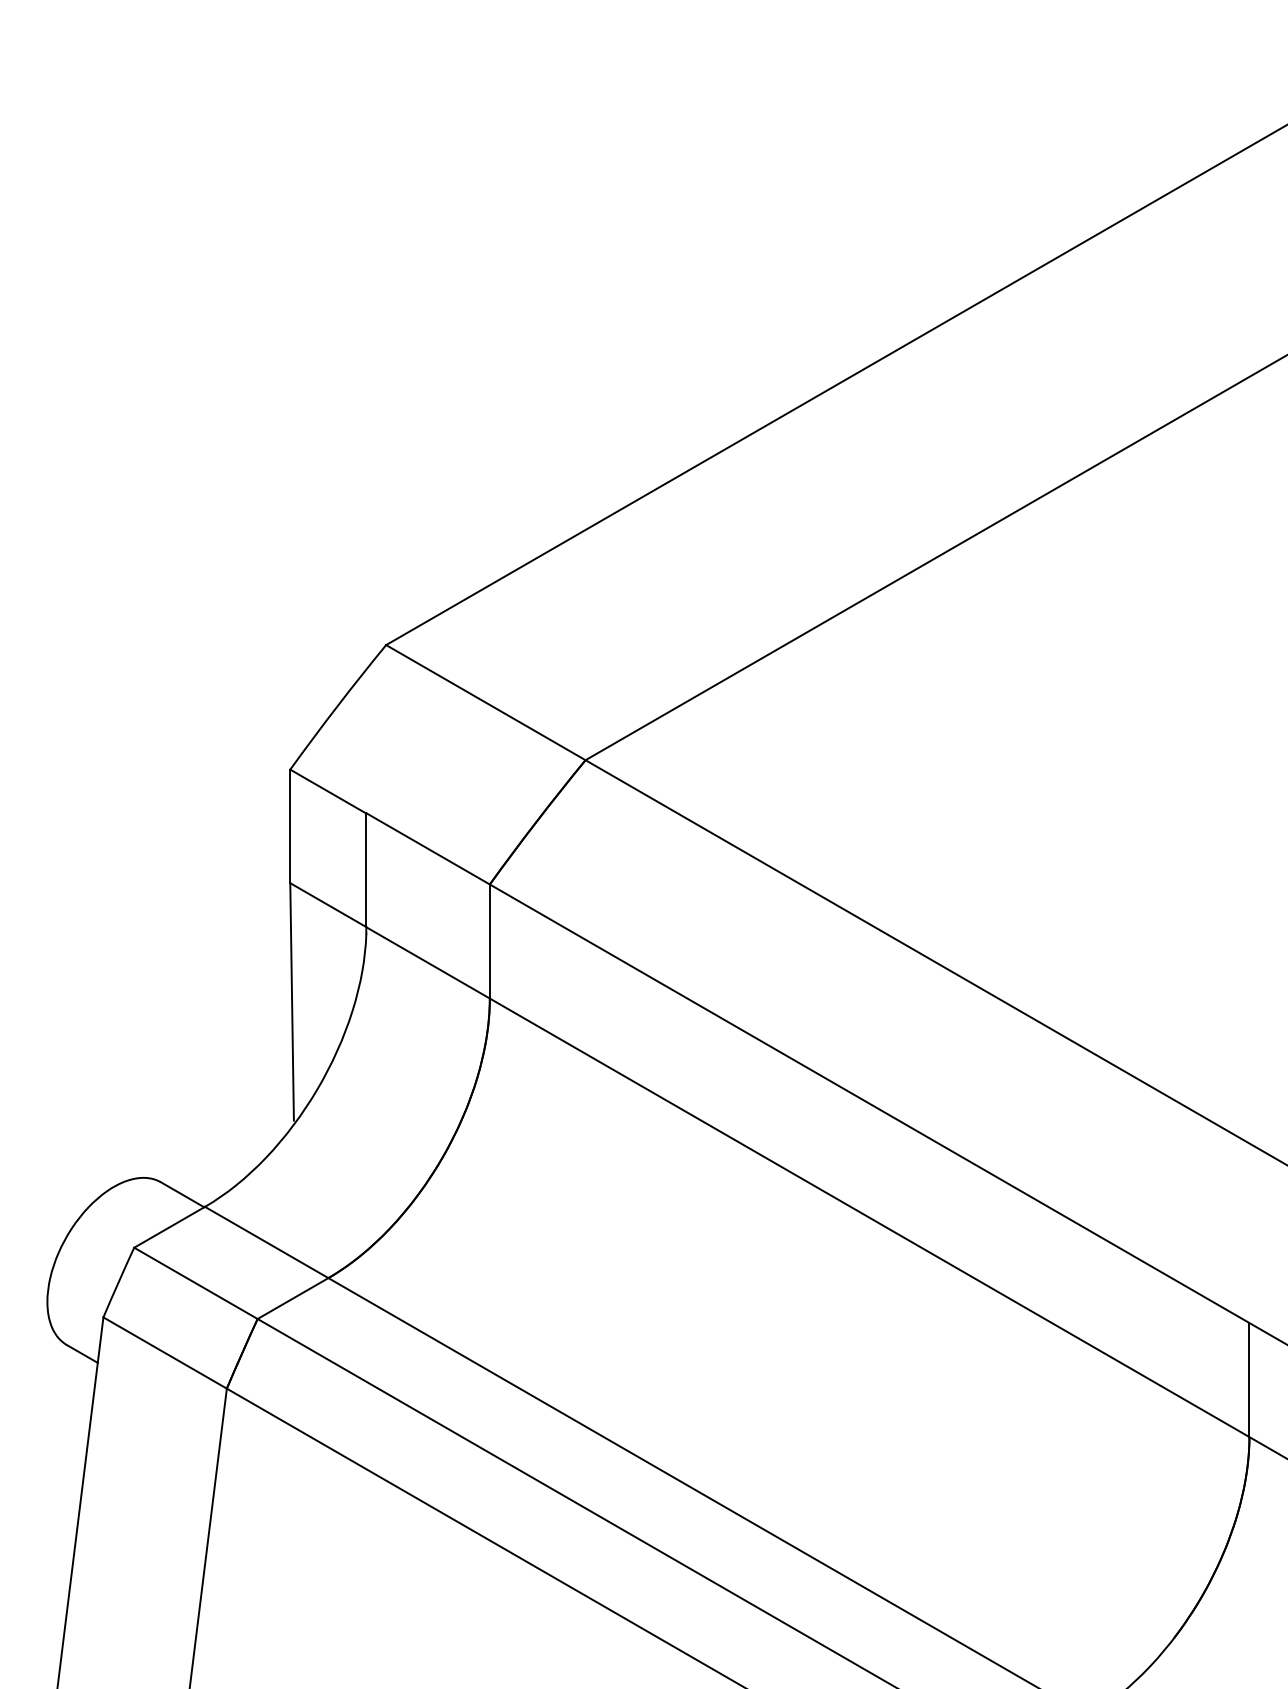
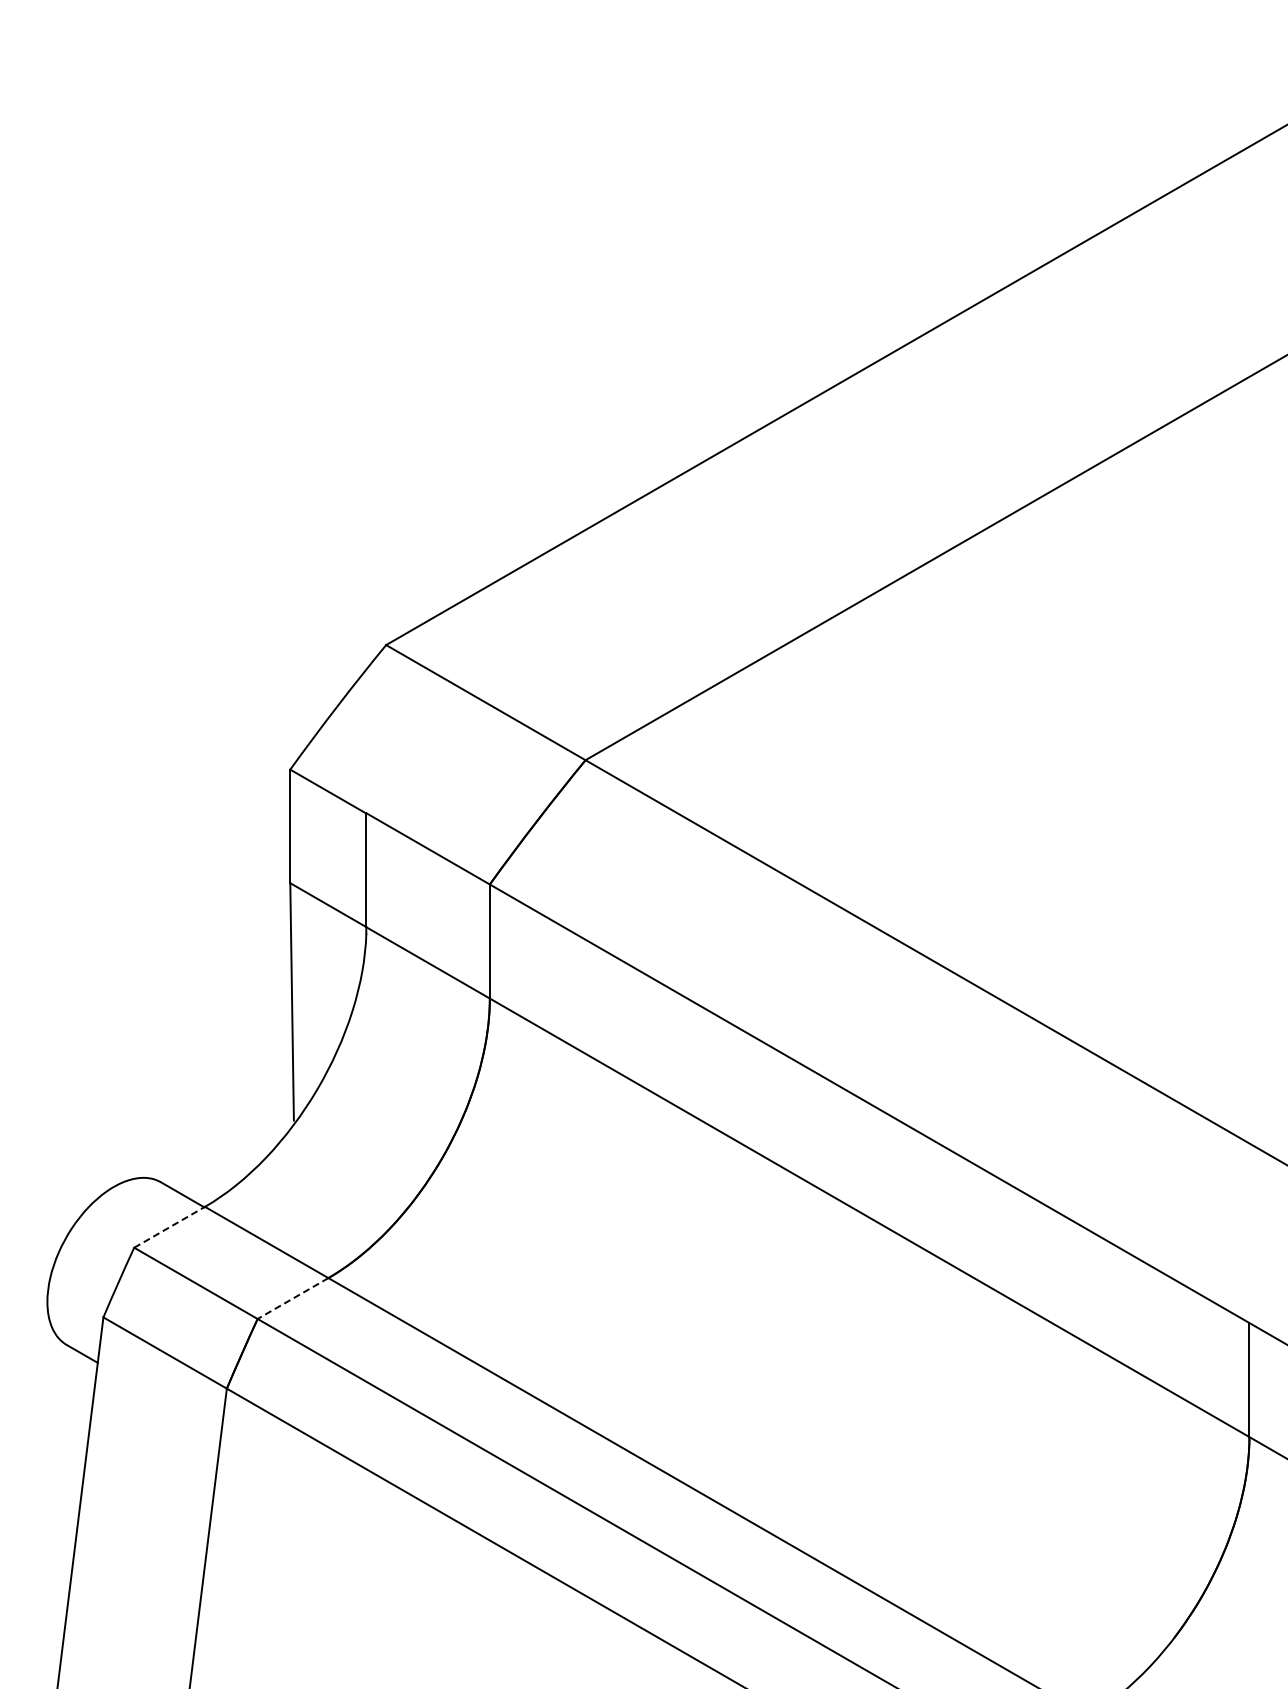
line at (169, 1227): solid -> dashed
line at (293, 1298): solid -> dashed
